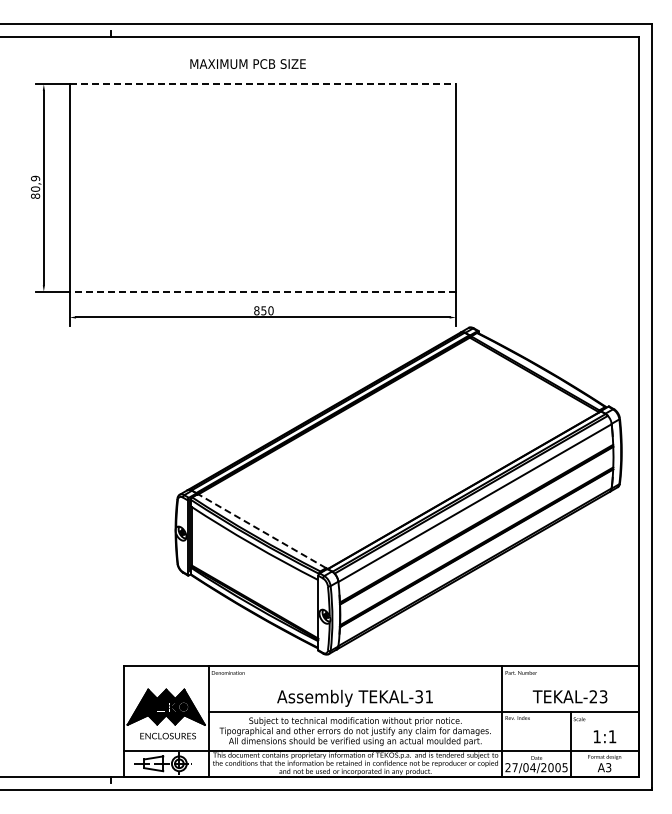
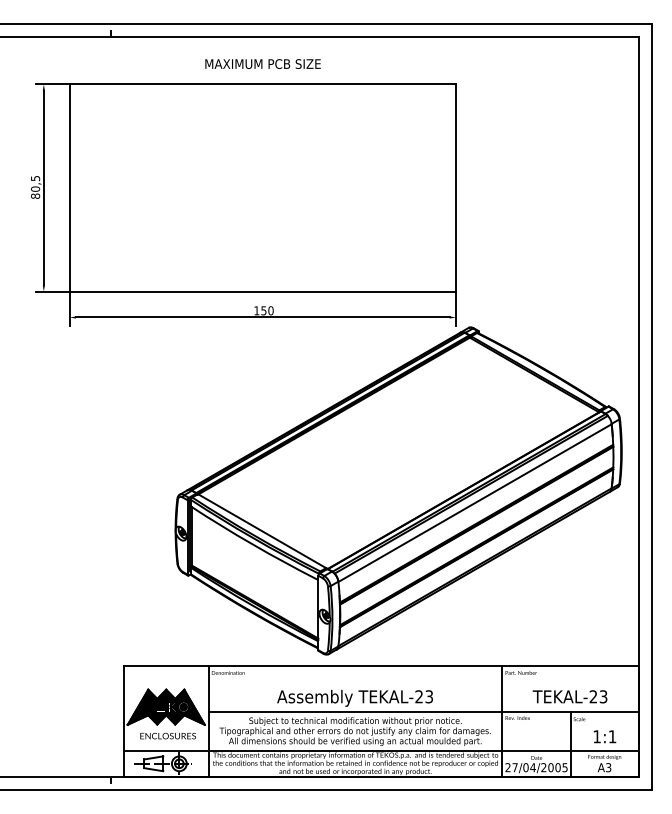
text at (247, 63) position: (247, 63) -> (262, 63)
line at (263, 84): dashed -> solid
text at (35, 178): 80,9 -> 80,5
line at (262, 291): dashed -> solid
text at (256, 310): 850 -> 150
line at (262, 531): dashed -> solid
text at (424, 696): TEKAL-31 -> TEKAL-23
